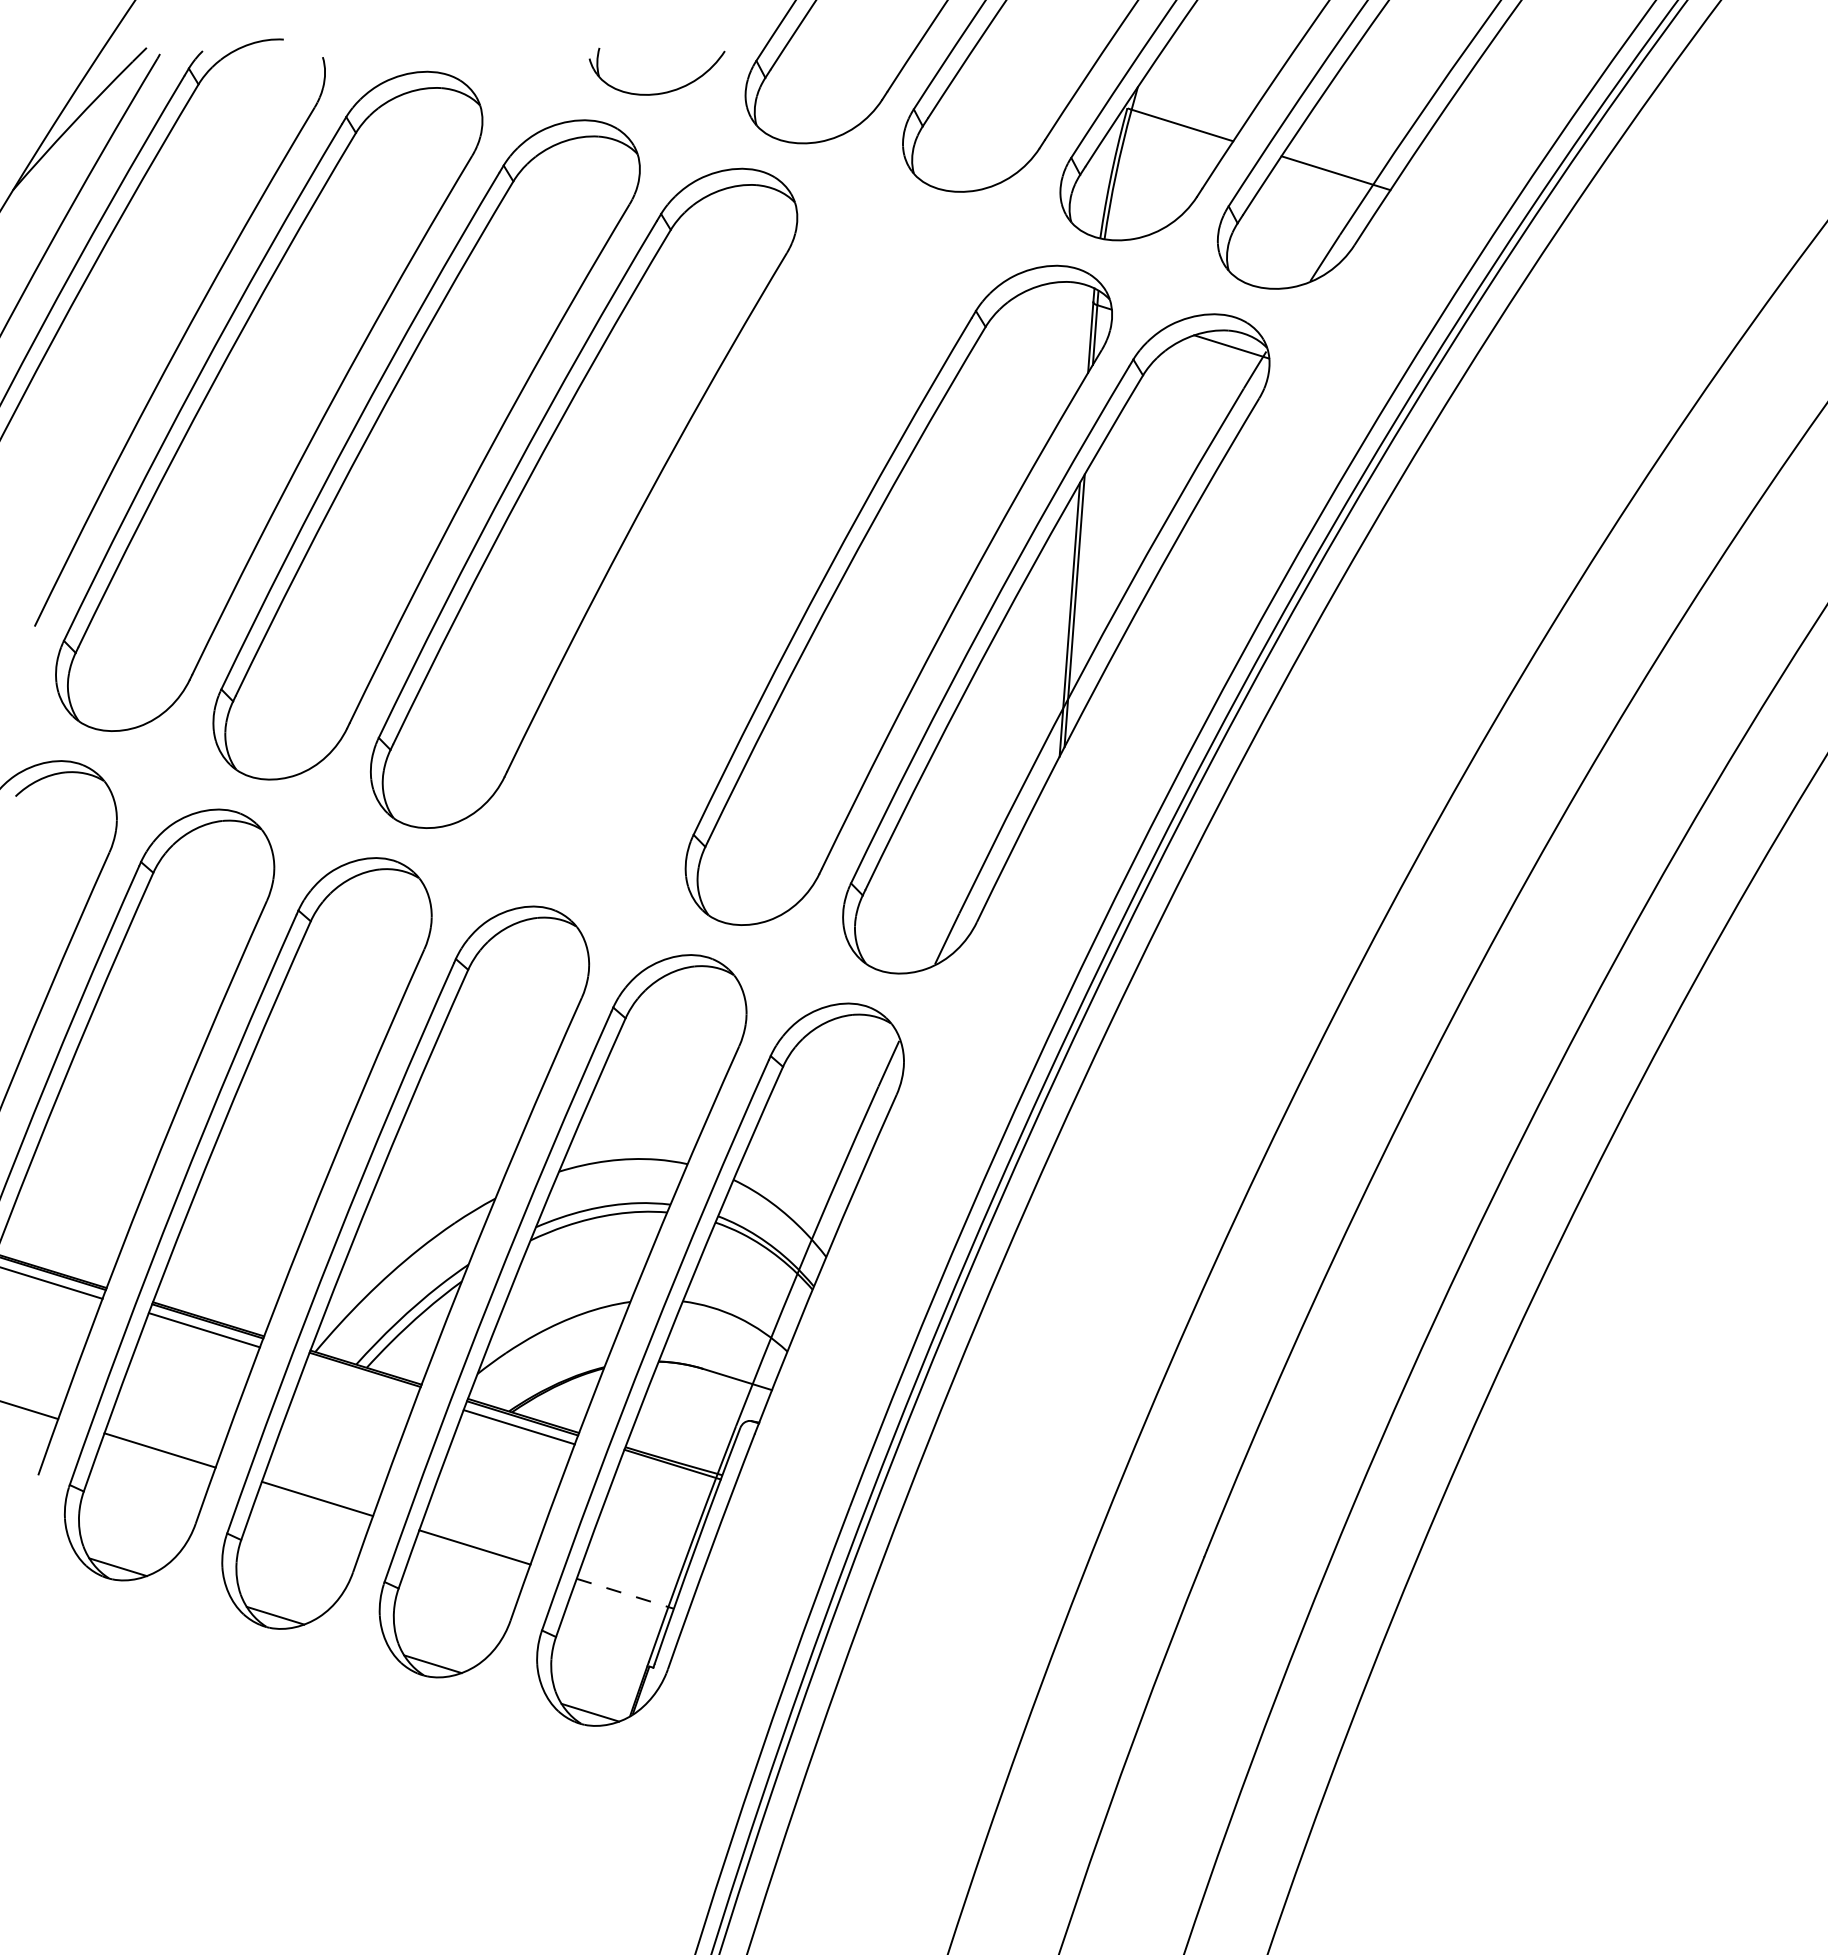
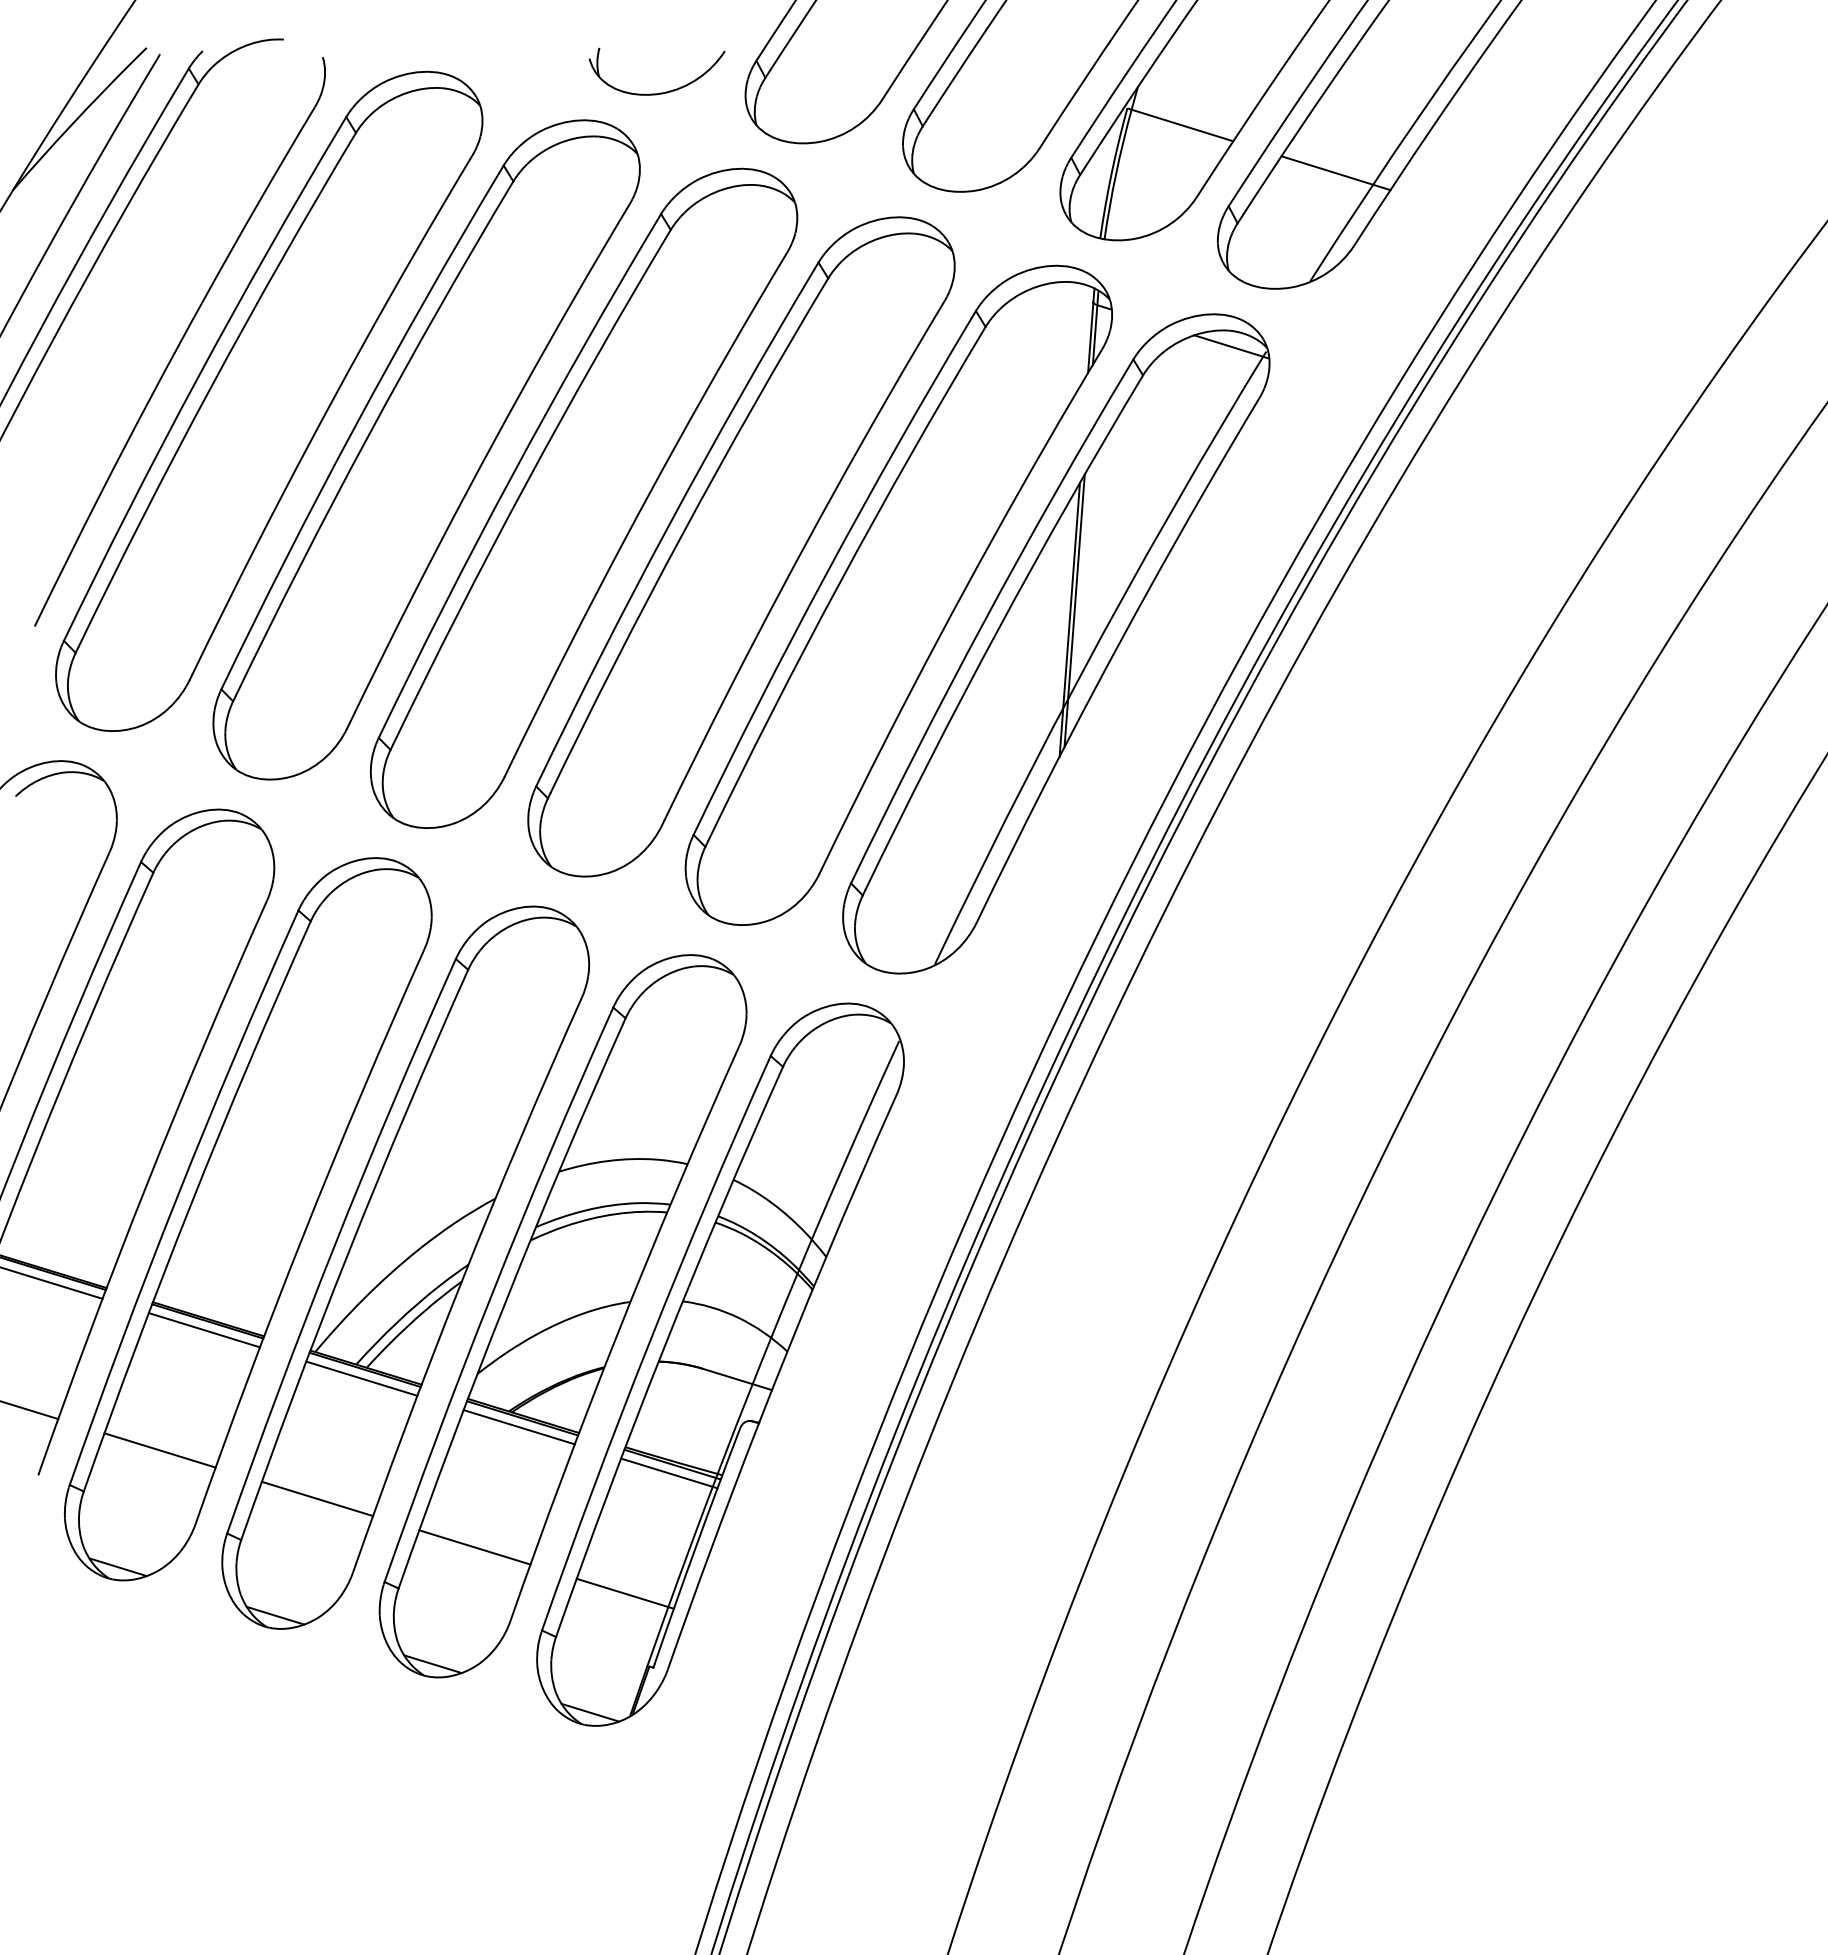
part at (741, 546): none -> present
line at (361, 1378): none -> present
line at (669, 1473): none -> present
line at (625, 1593): dashed -> solid
